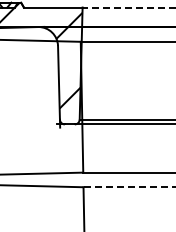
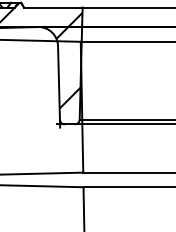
line at (128, 7): dashed -> solid
line at (129, 187): dashed -> solid
